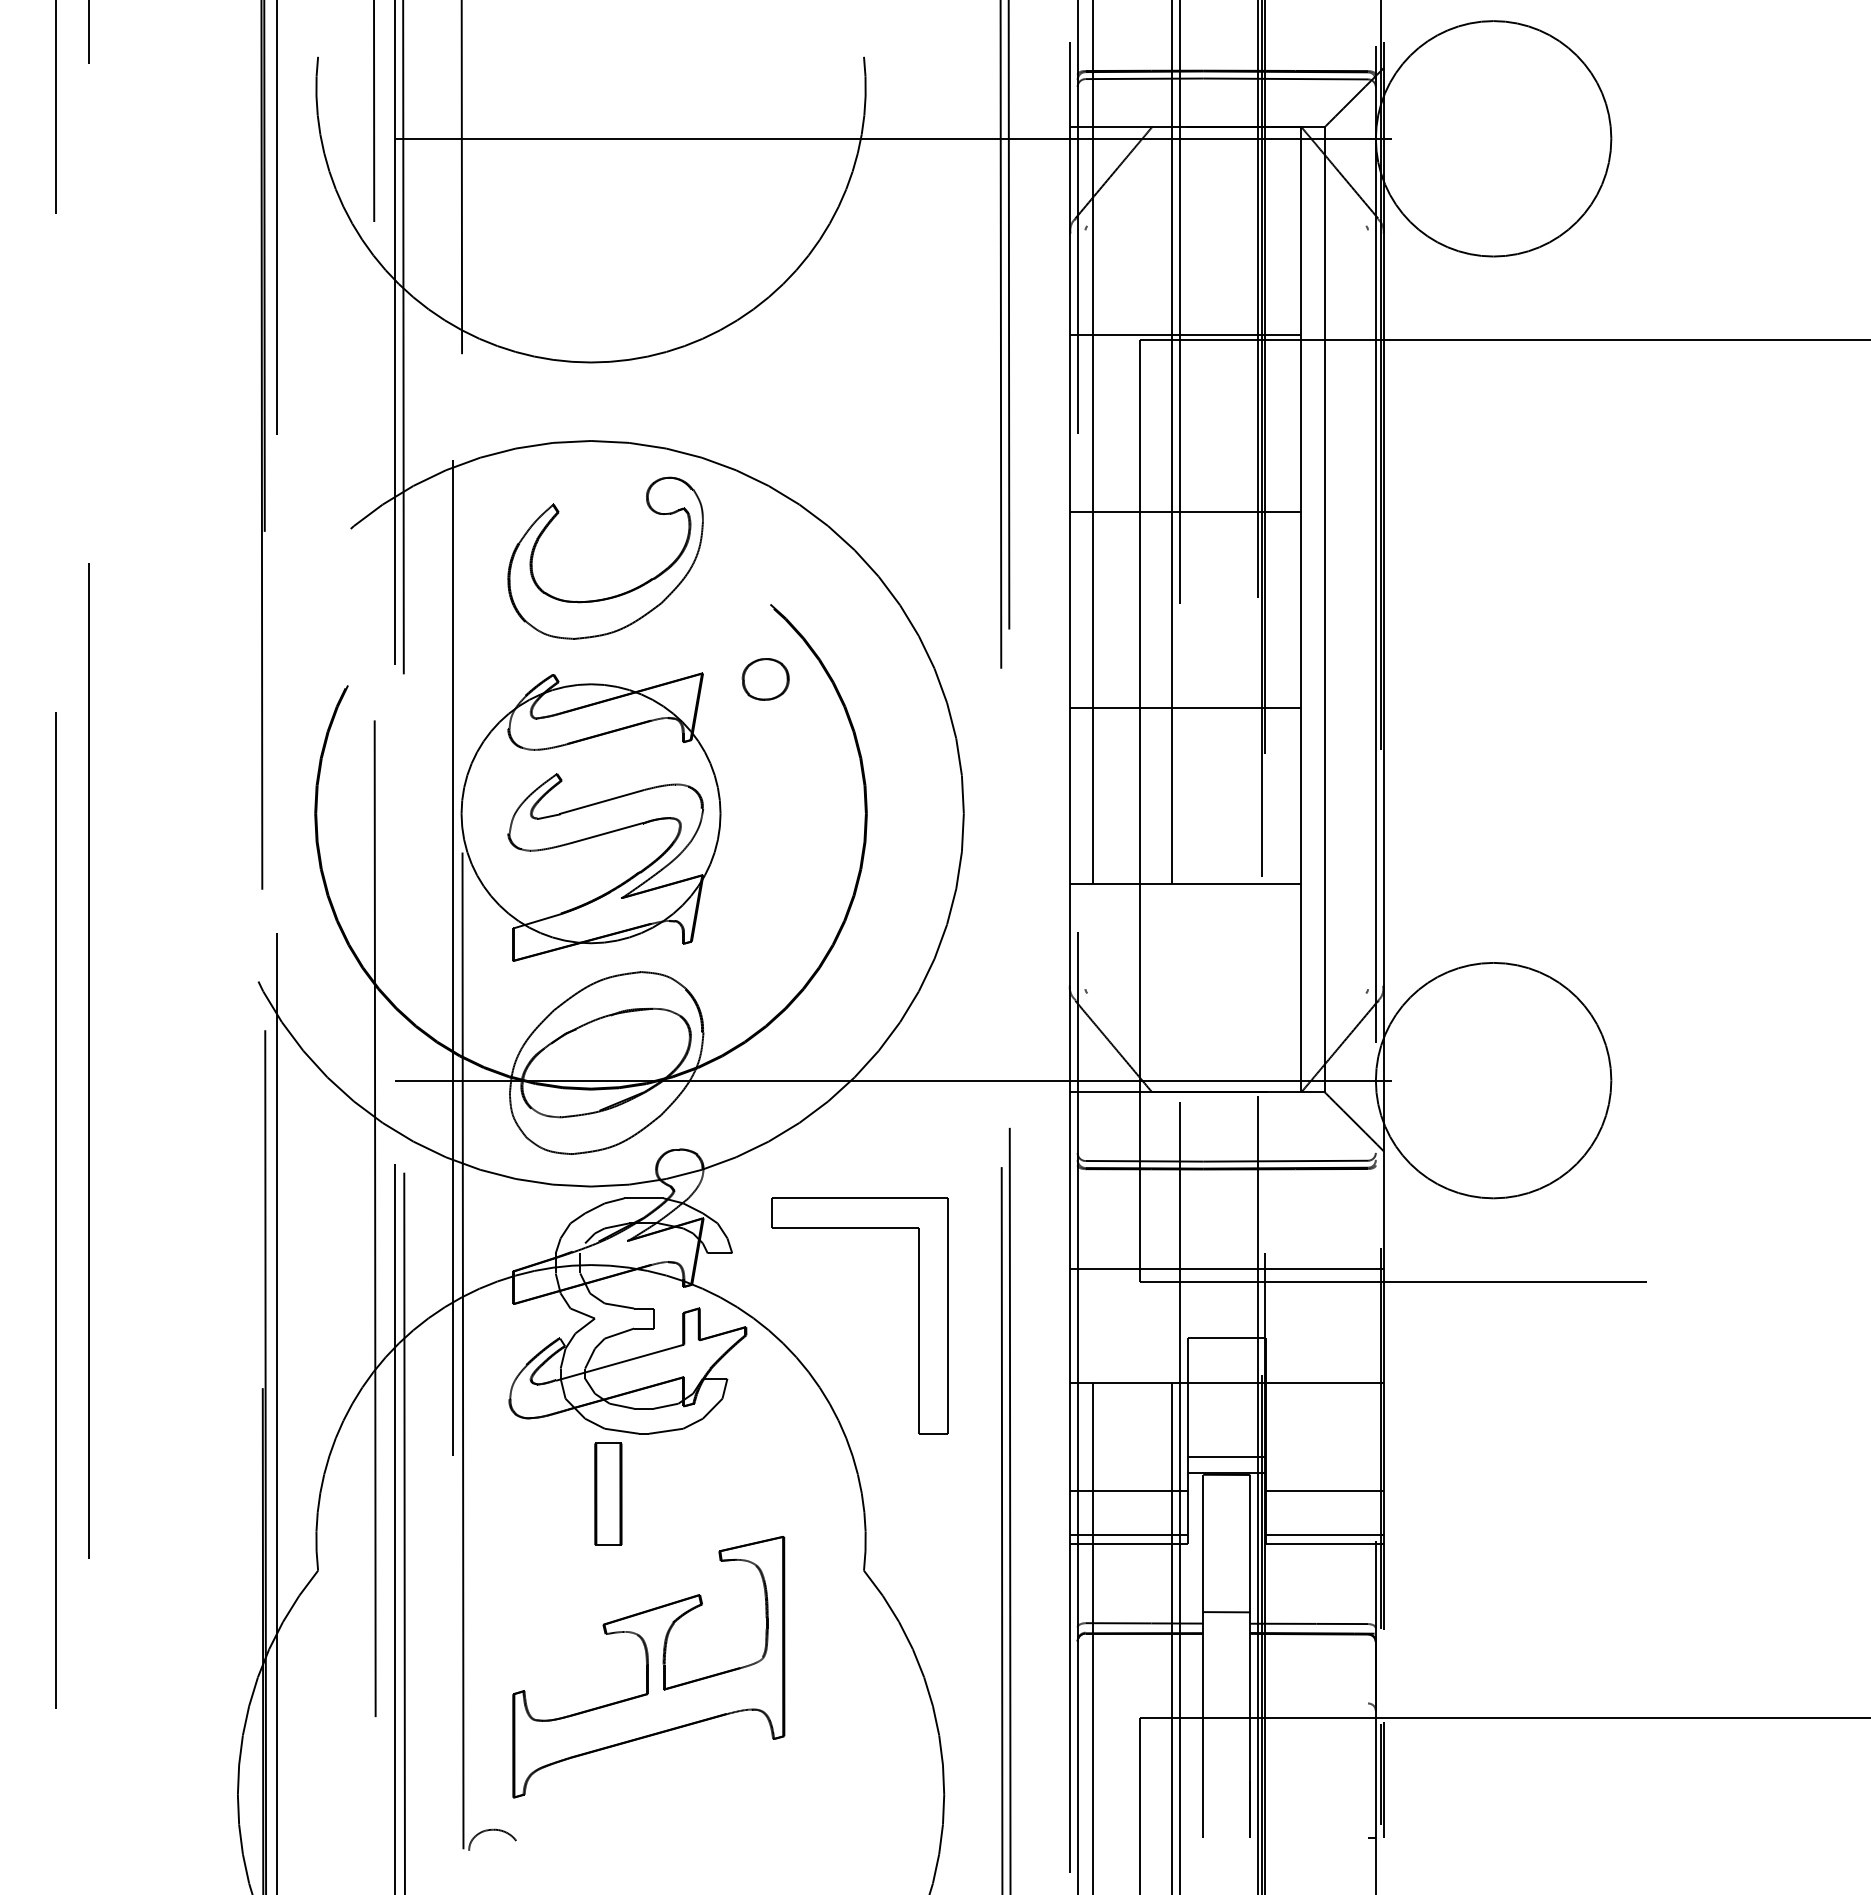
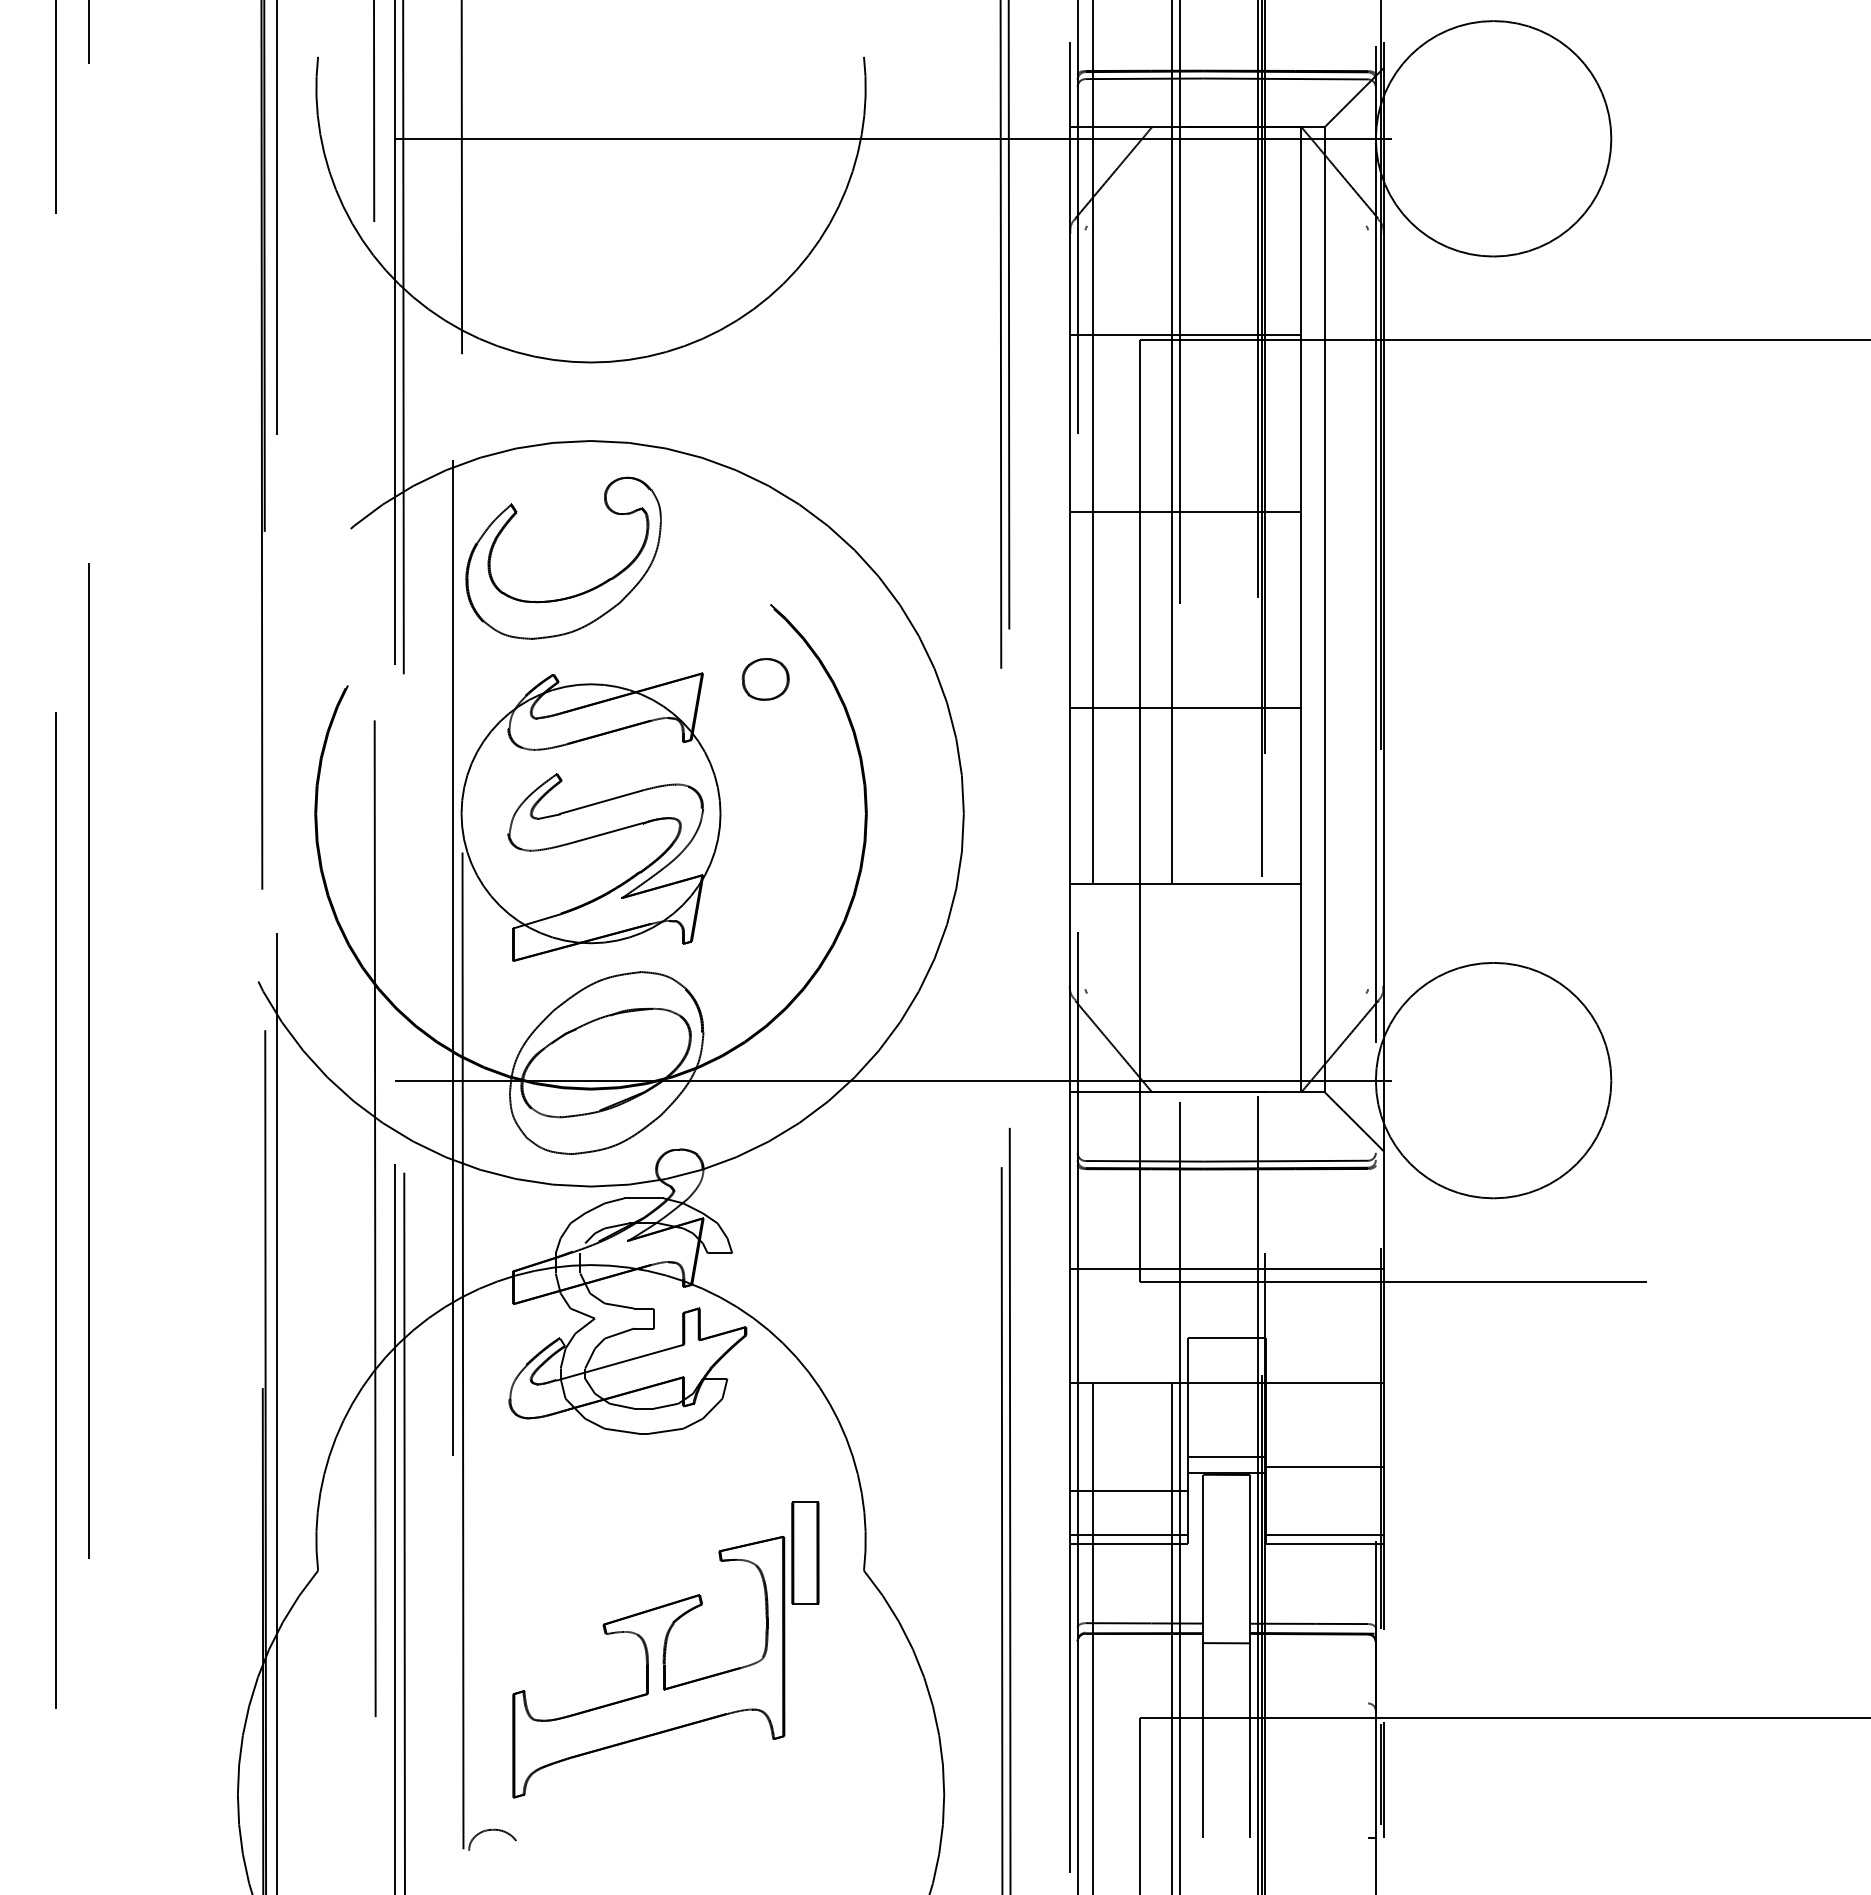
part at (617, 594) position: (617, 594) -> (575, 594)
part at (918, 1315): present -> none
line at (1324, 1491) position: (1324, 1491) -> (1324, 1467)
part at (608, 1493) position: (608, 1493) -> (805, 1552)
line at (1226, 1612) position: (1226, 1612) -> (1226, 1643)
